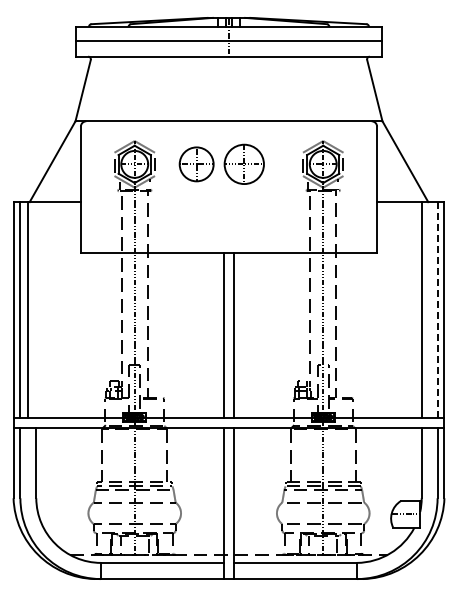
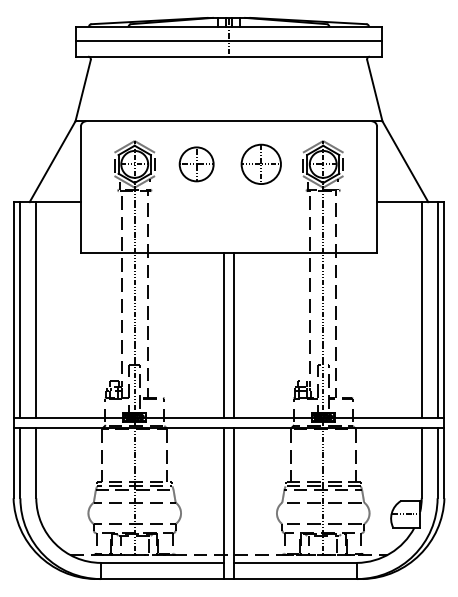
part at (243, 163) position: (243, 163) -> (260, 163)
line at (28, 309) position: (28, 309) -> (36, 309)
line at (437, 309): dashed -> solid
